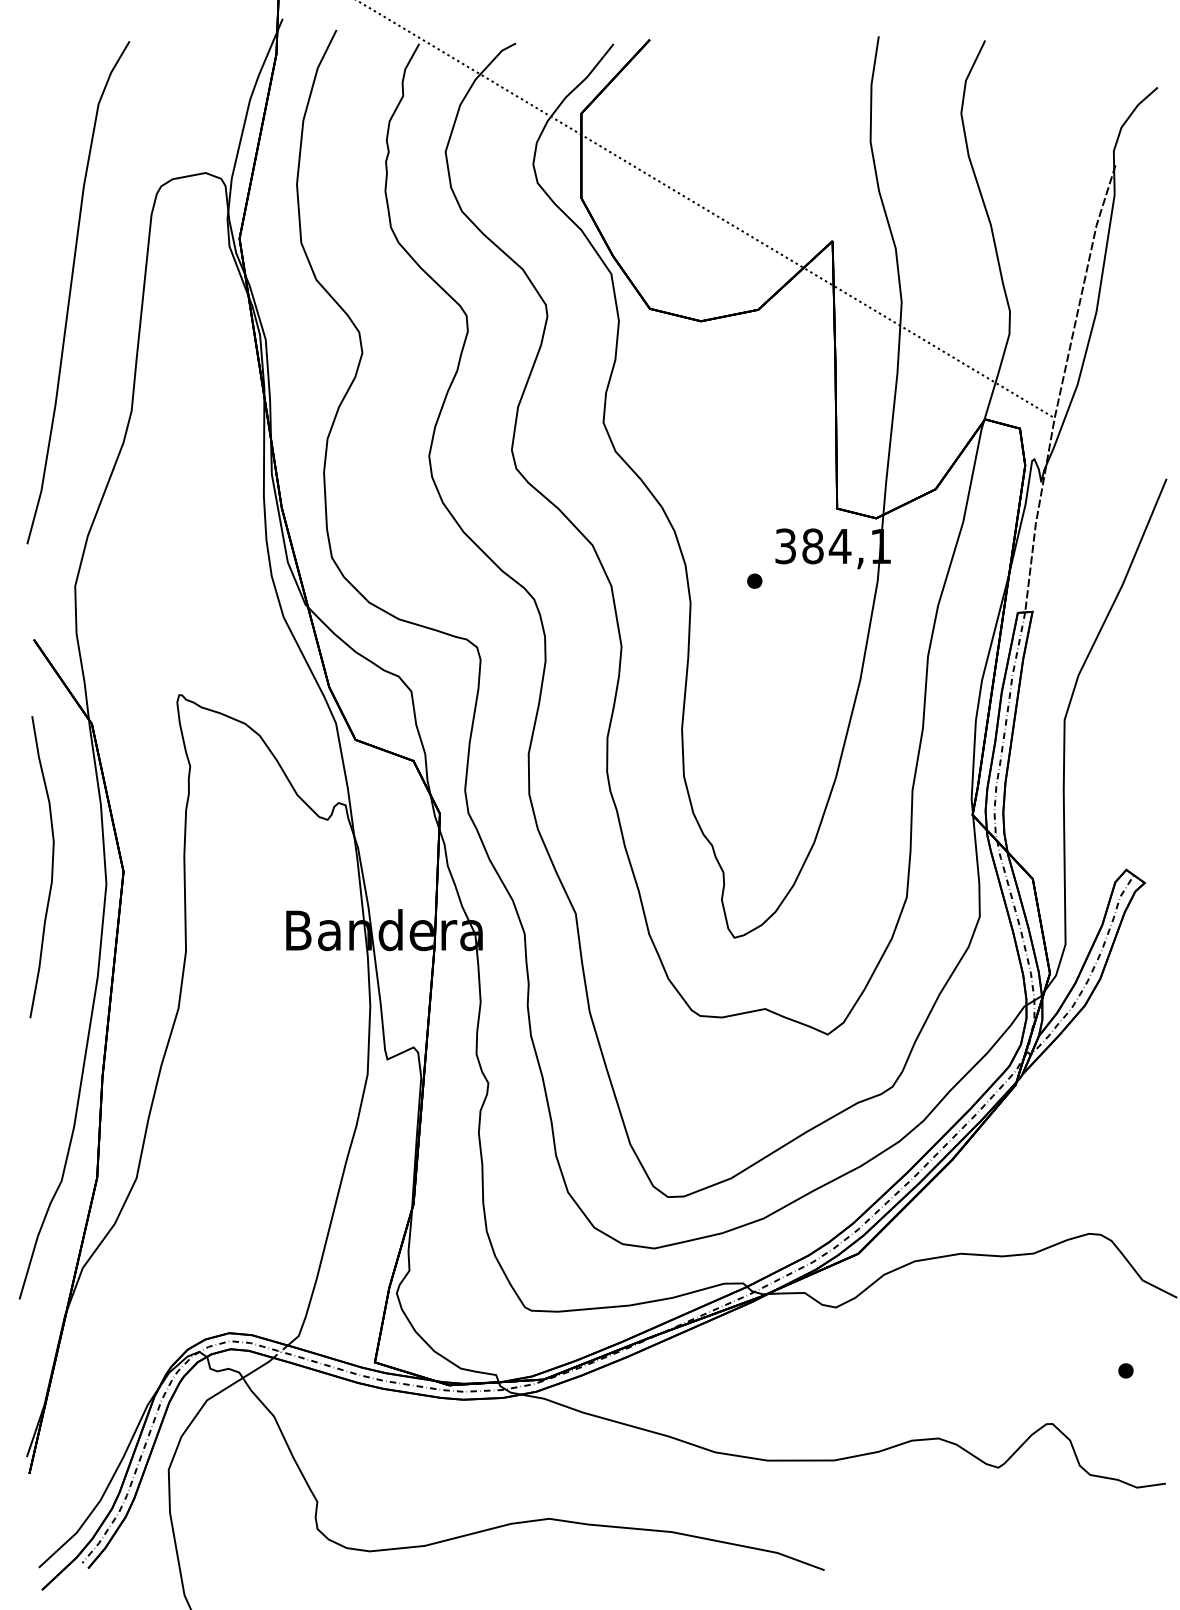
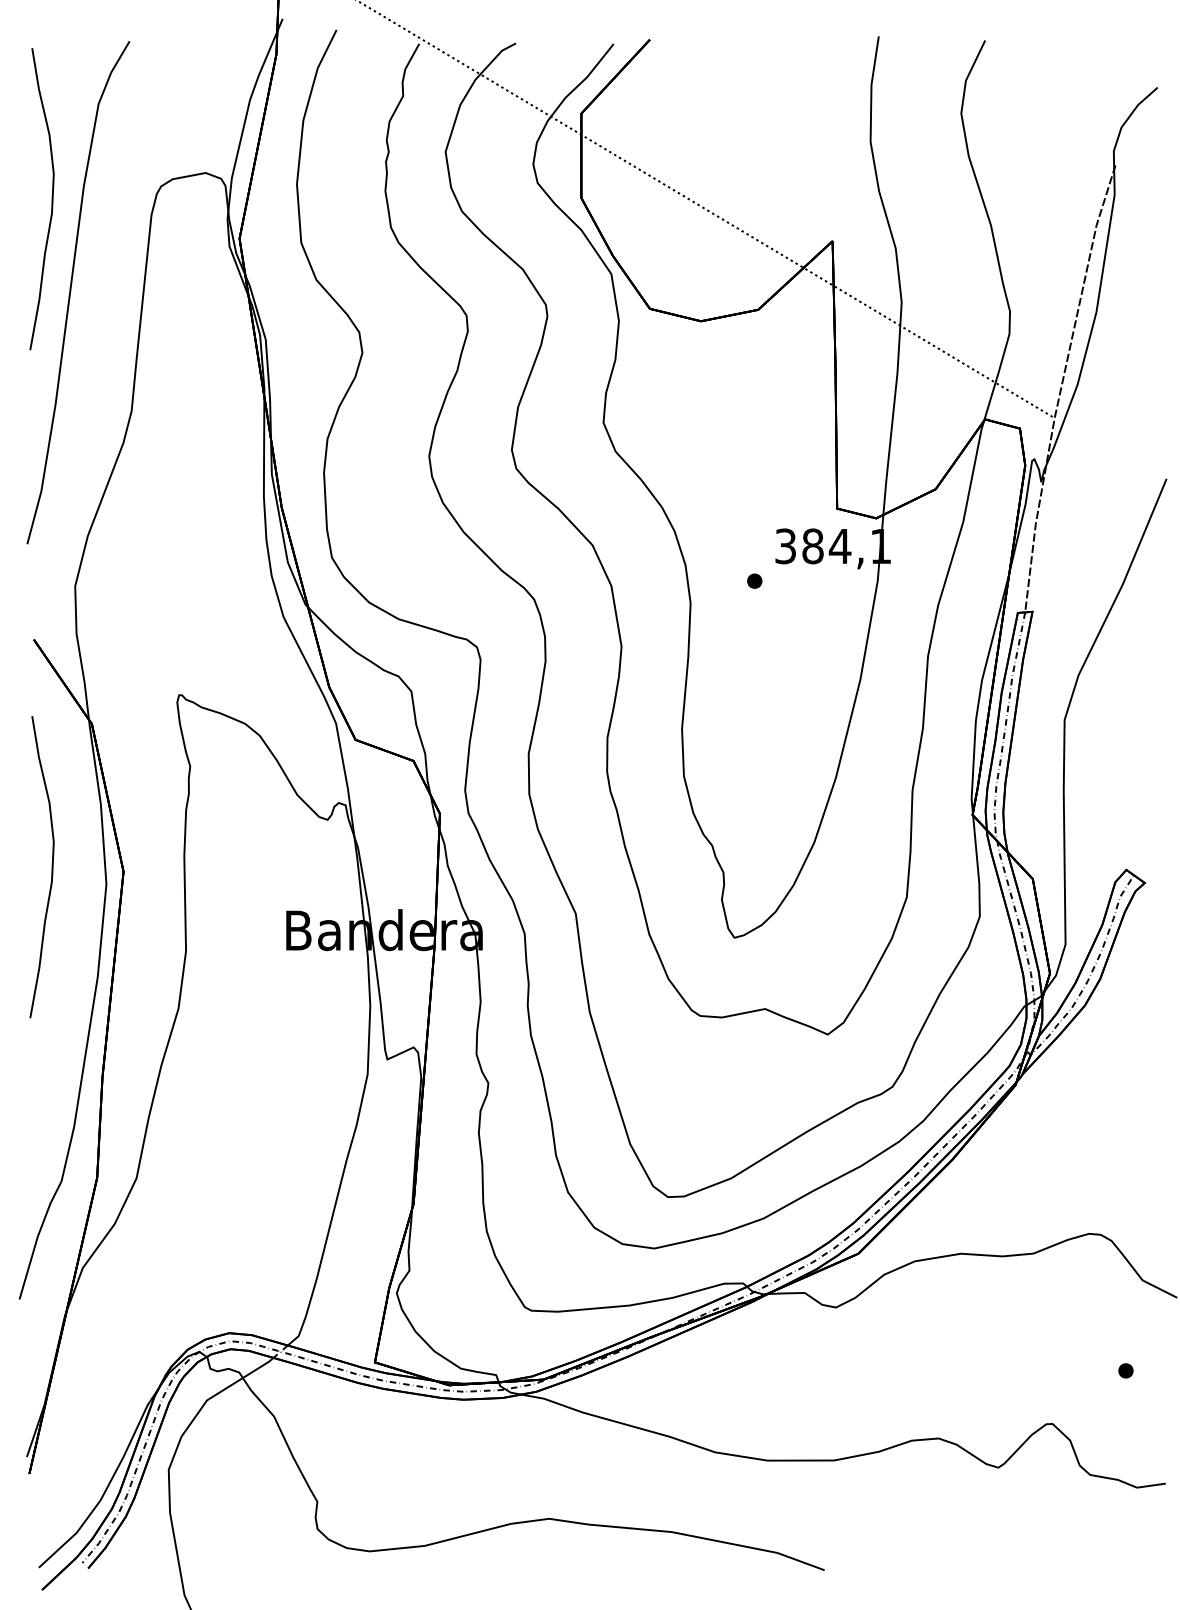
curve at (51, 199): none -> present
